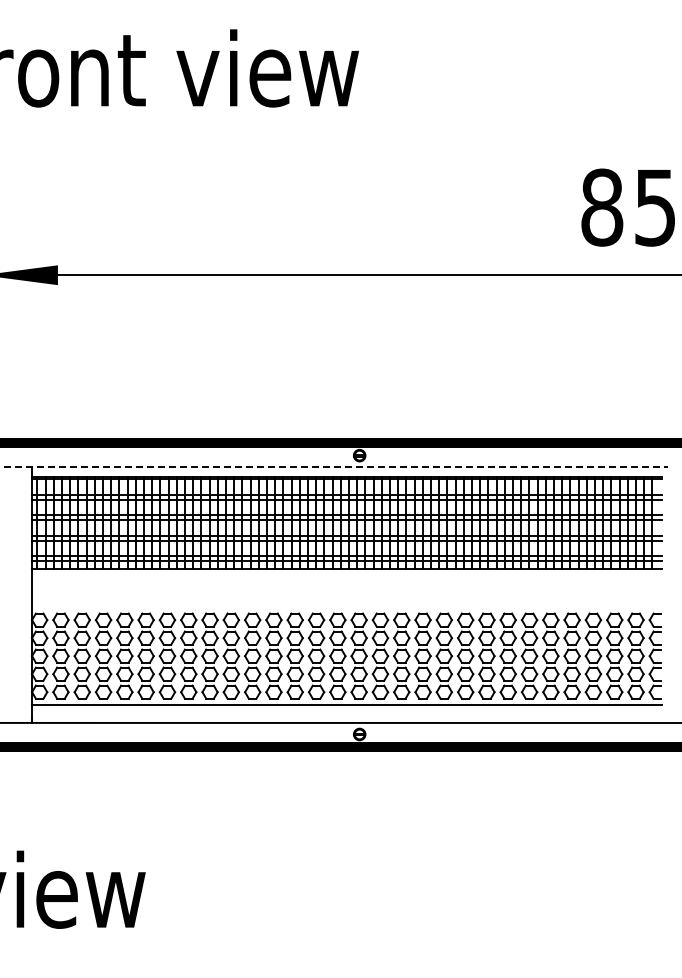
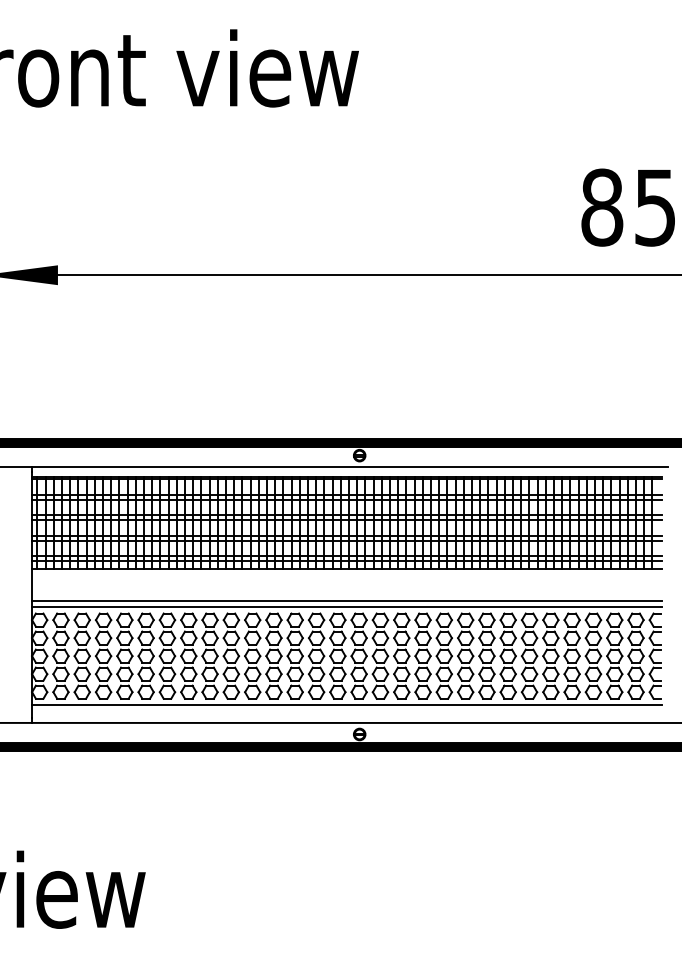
line at (334, 467): dashed -> solid
line at (346, 601): none -> present
line at (346, 607): none -> present
